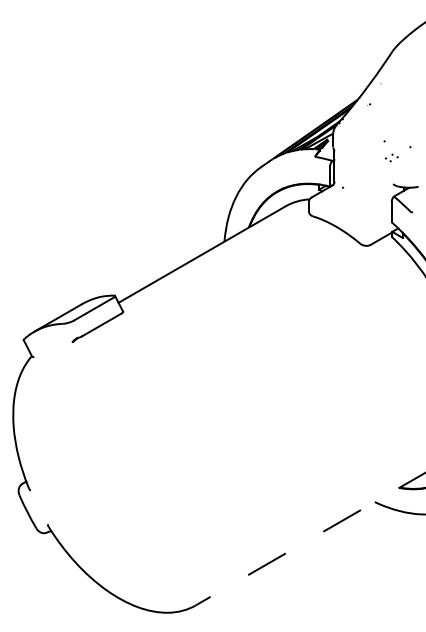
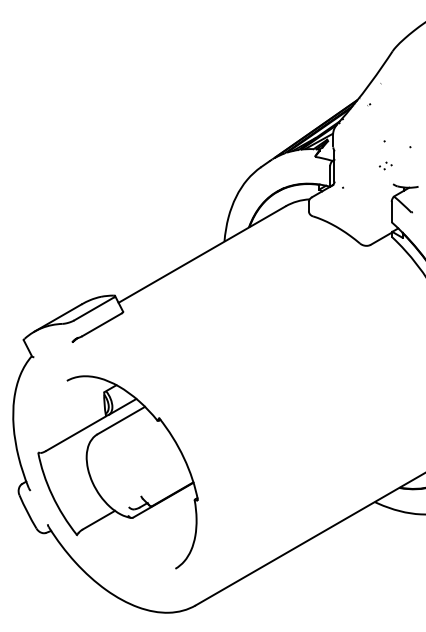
part at (391, 157) position: (391, 157) -> (385, 165)
part at (117, 472): none -> present
line at (310, 539): dashed -> solid
